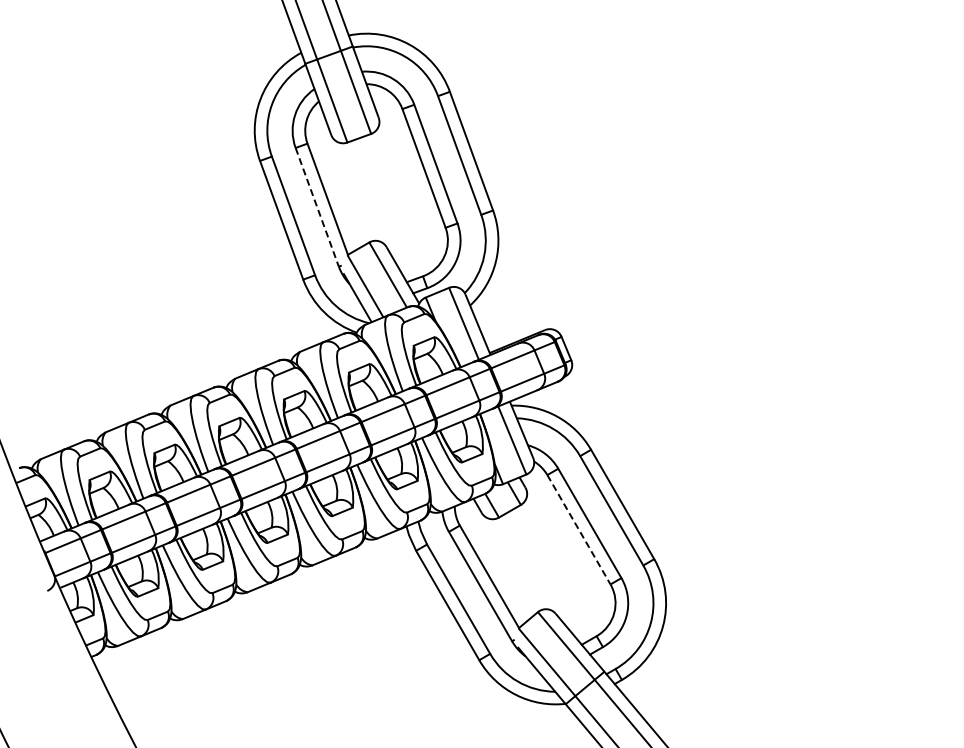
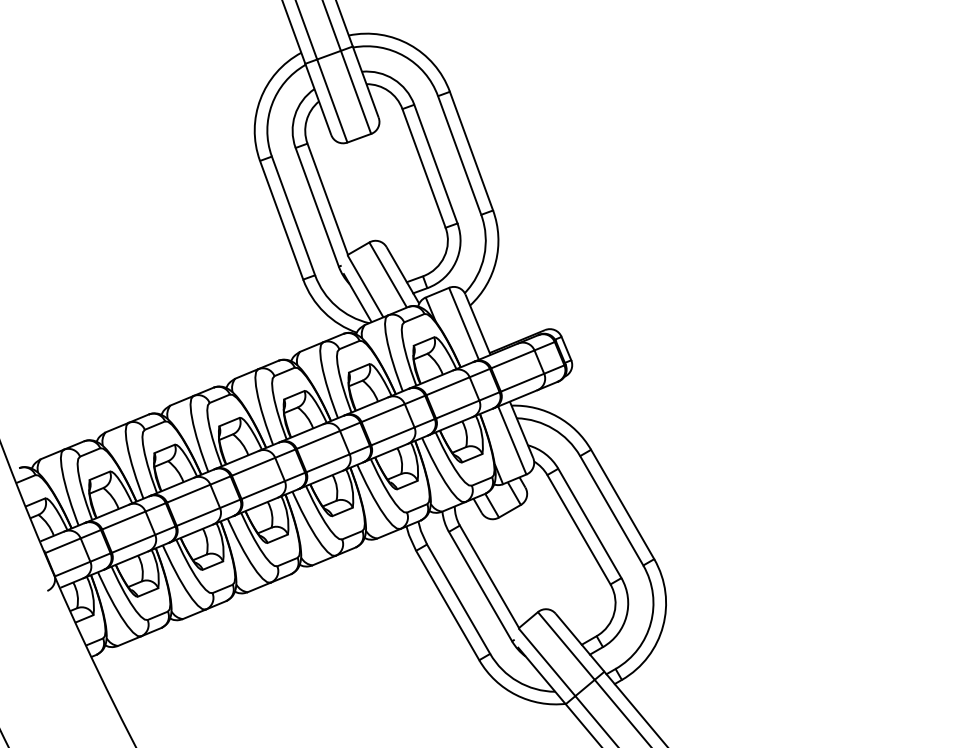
line at (317, 207): dashed -> solid
line at (579, 530): dashed -> solid
